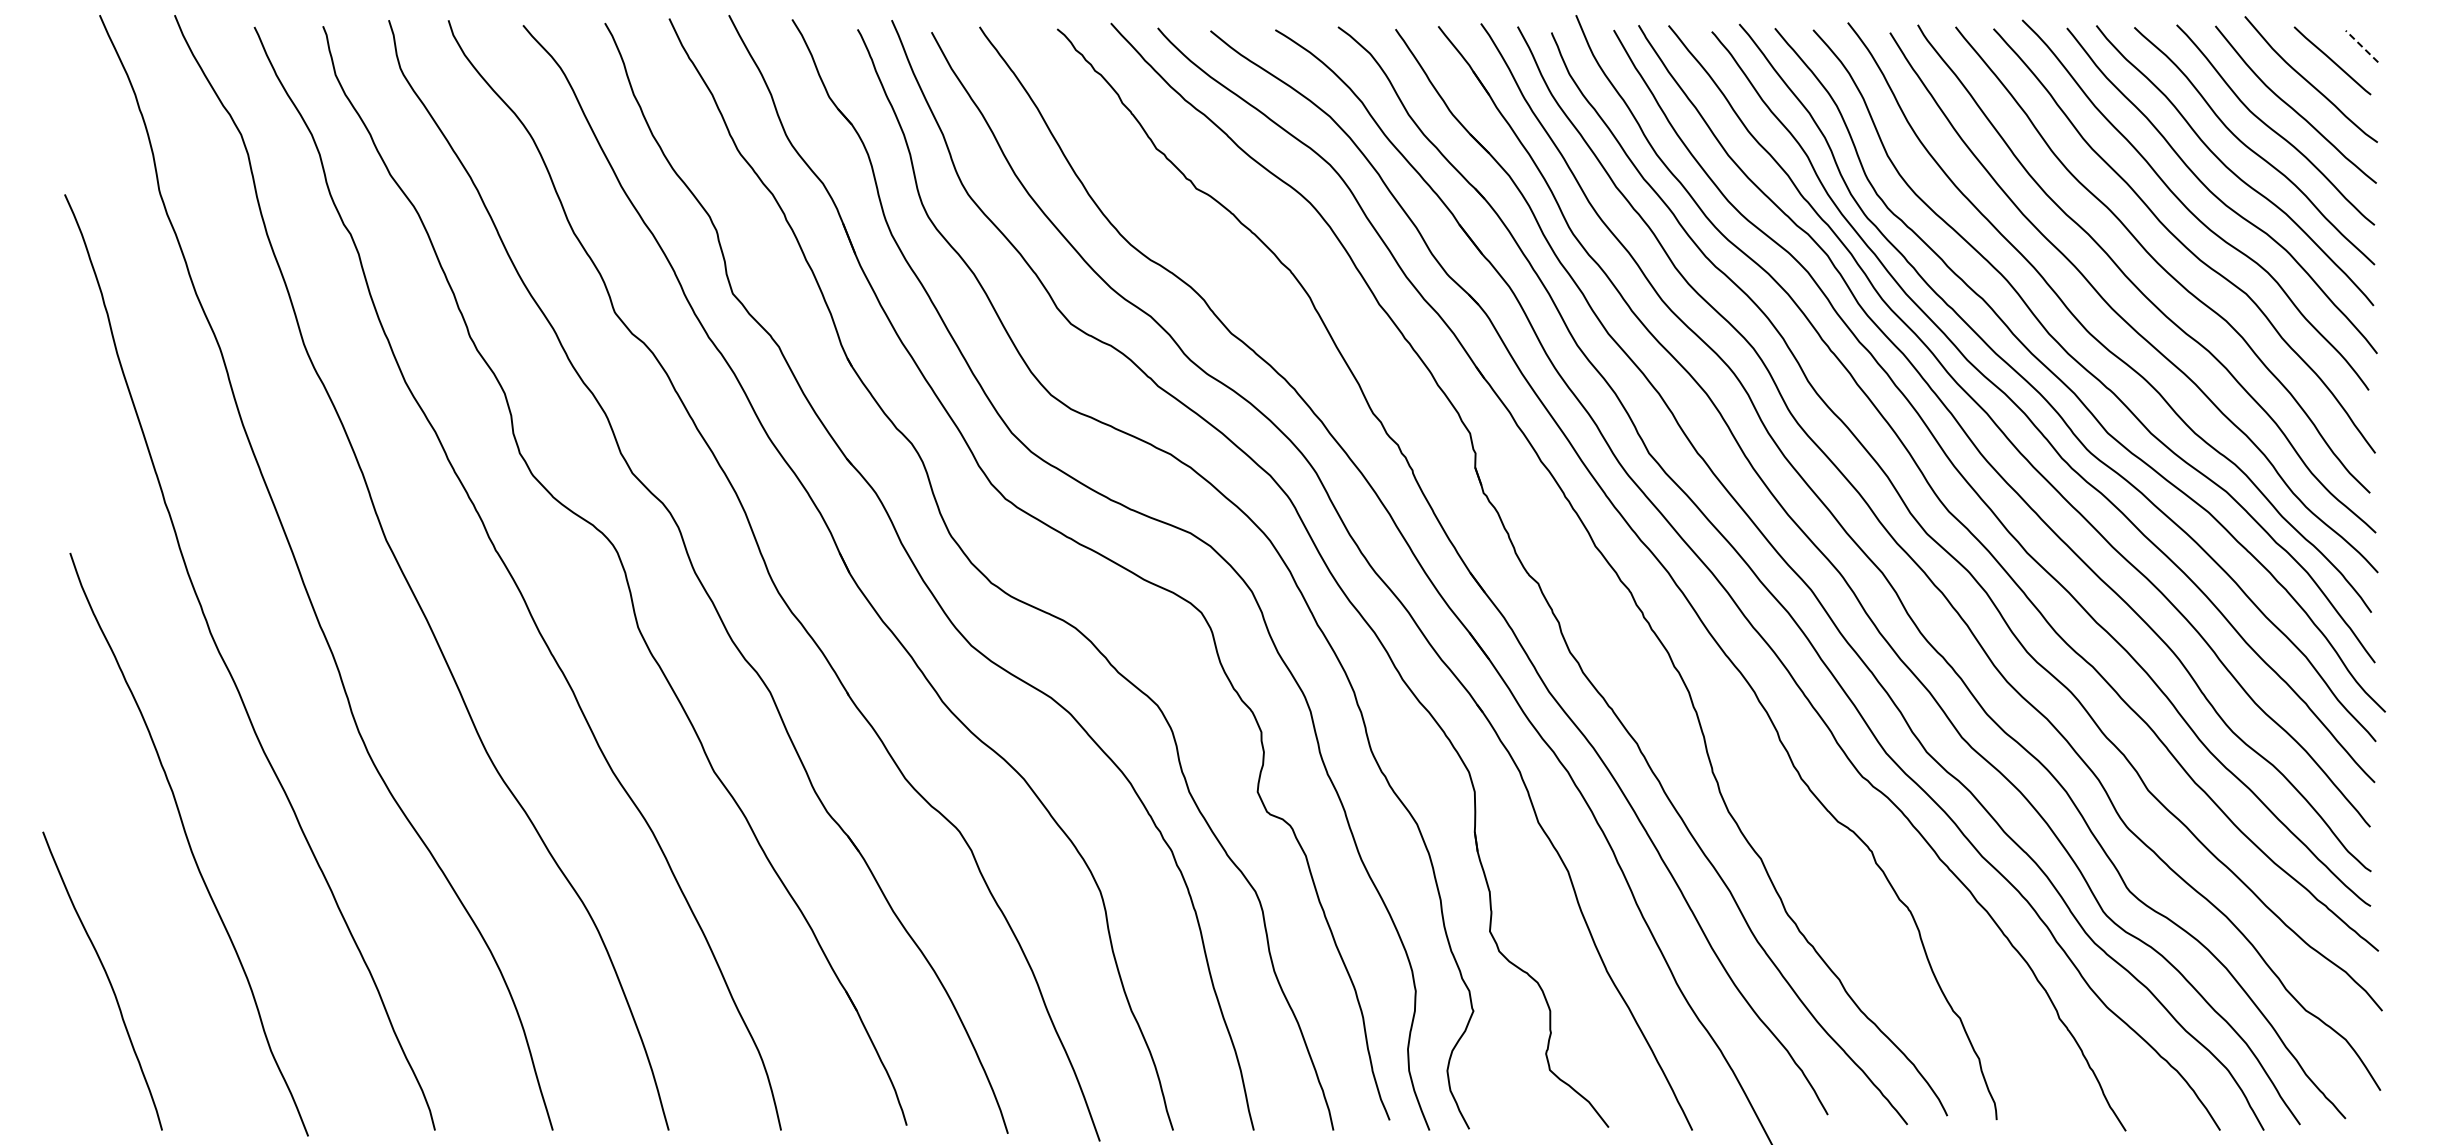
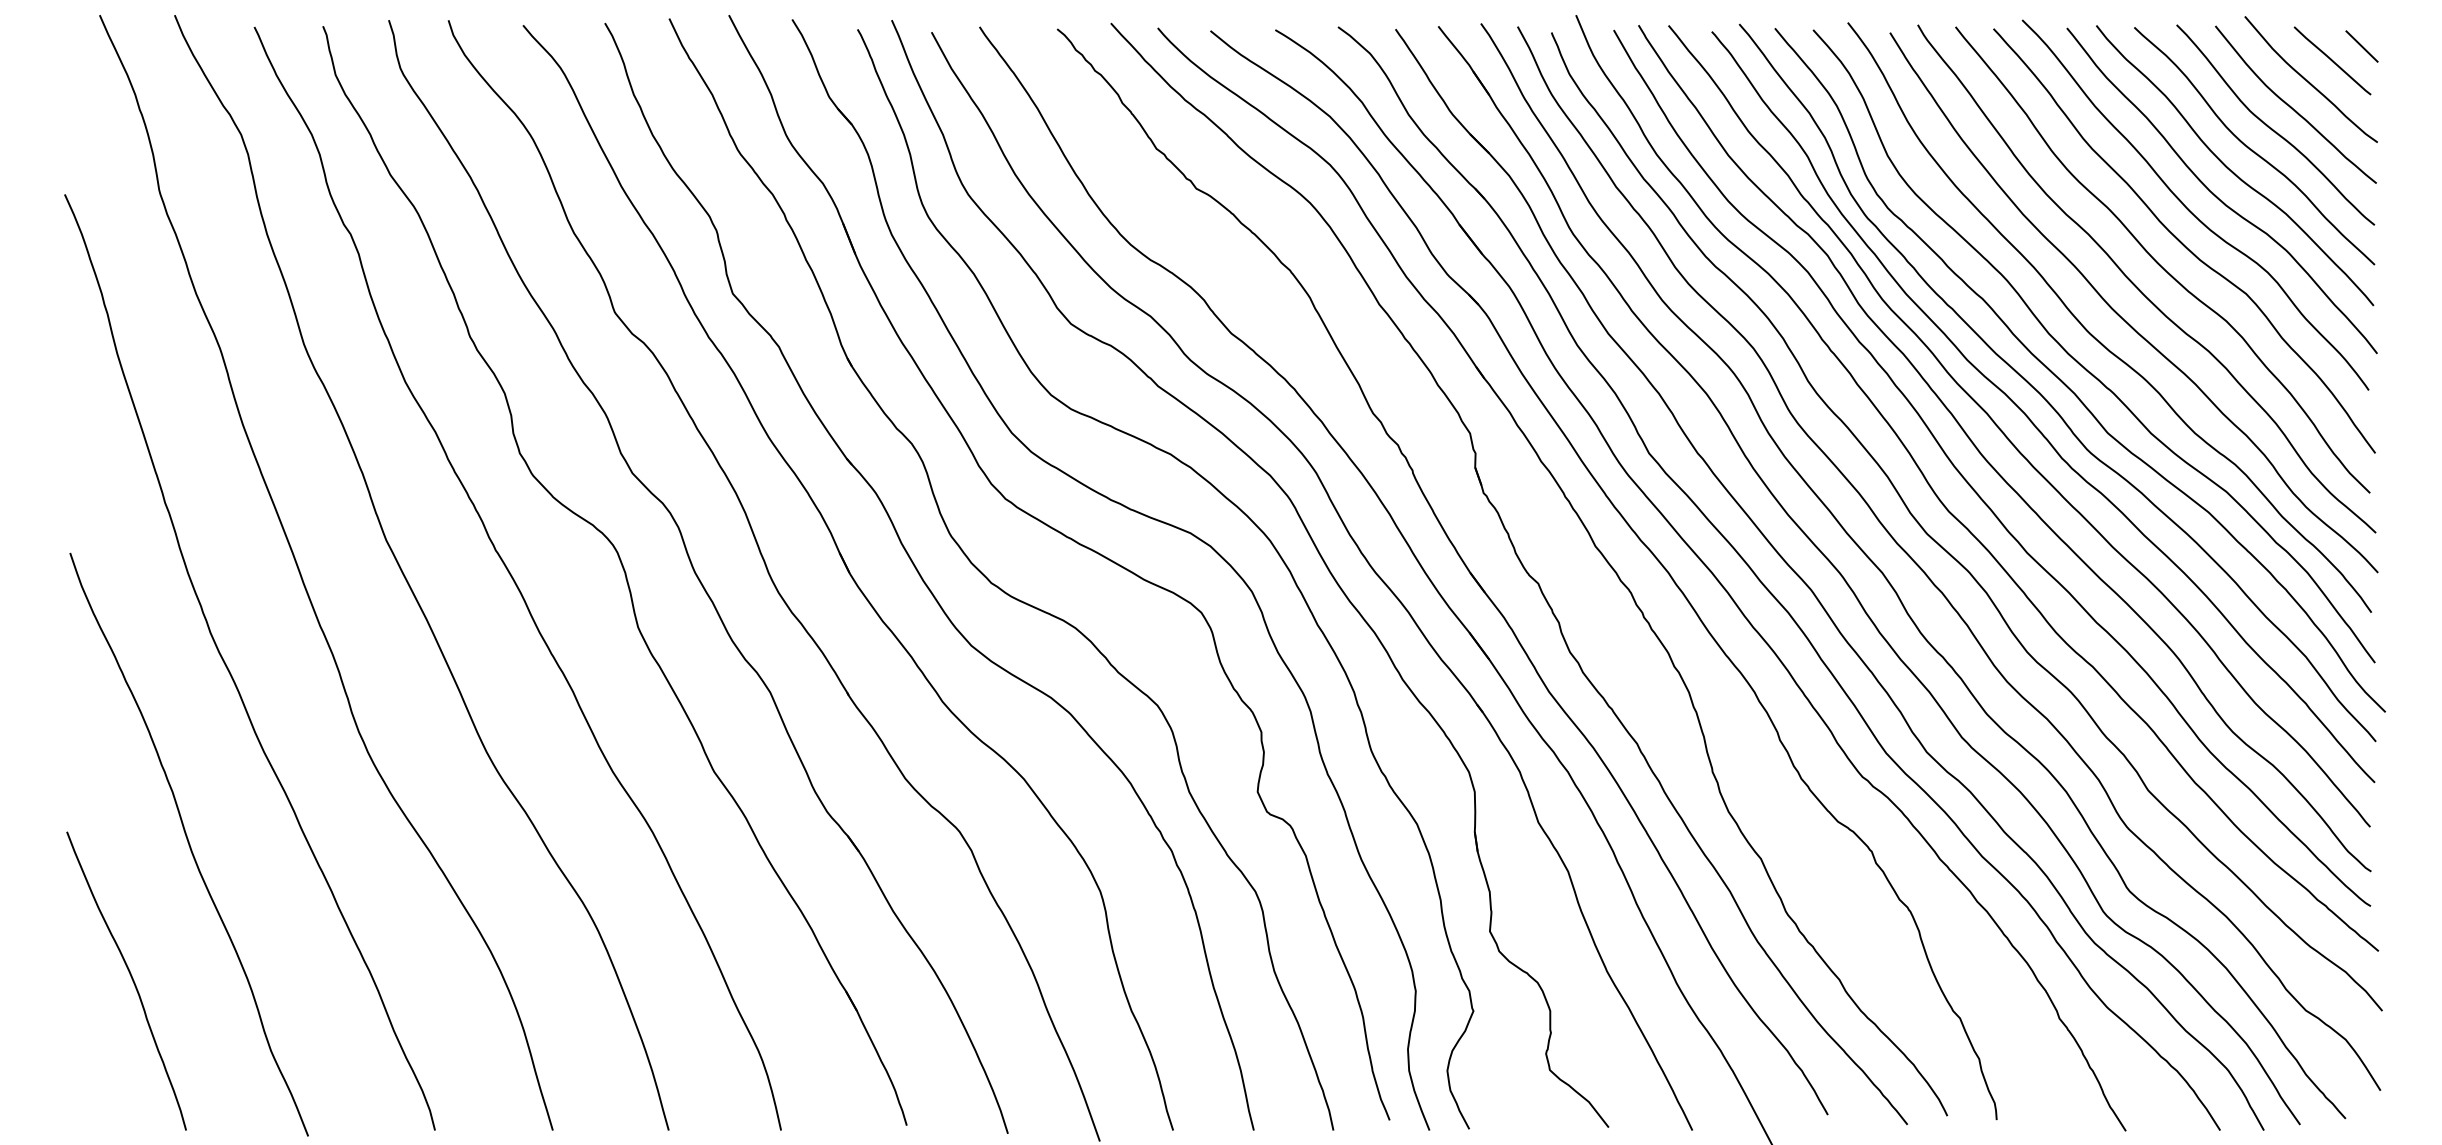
line at (2362, 46): dashed -> solid
curve at (107, 979) position: (107, 979) -> (131, 979)
